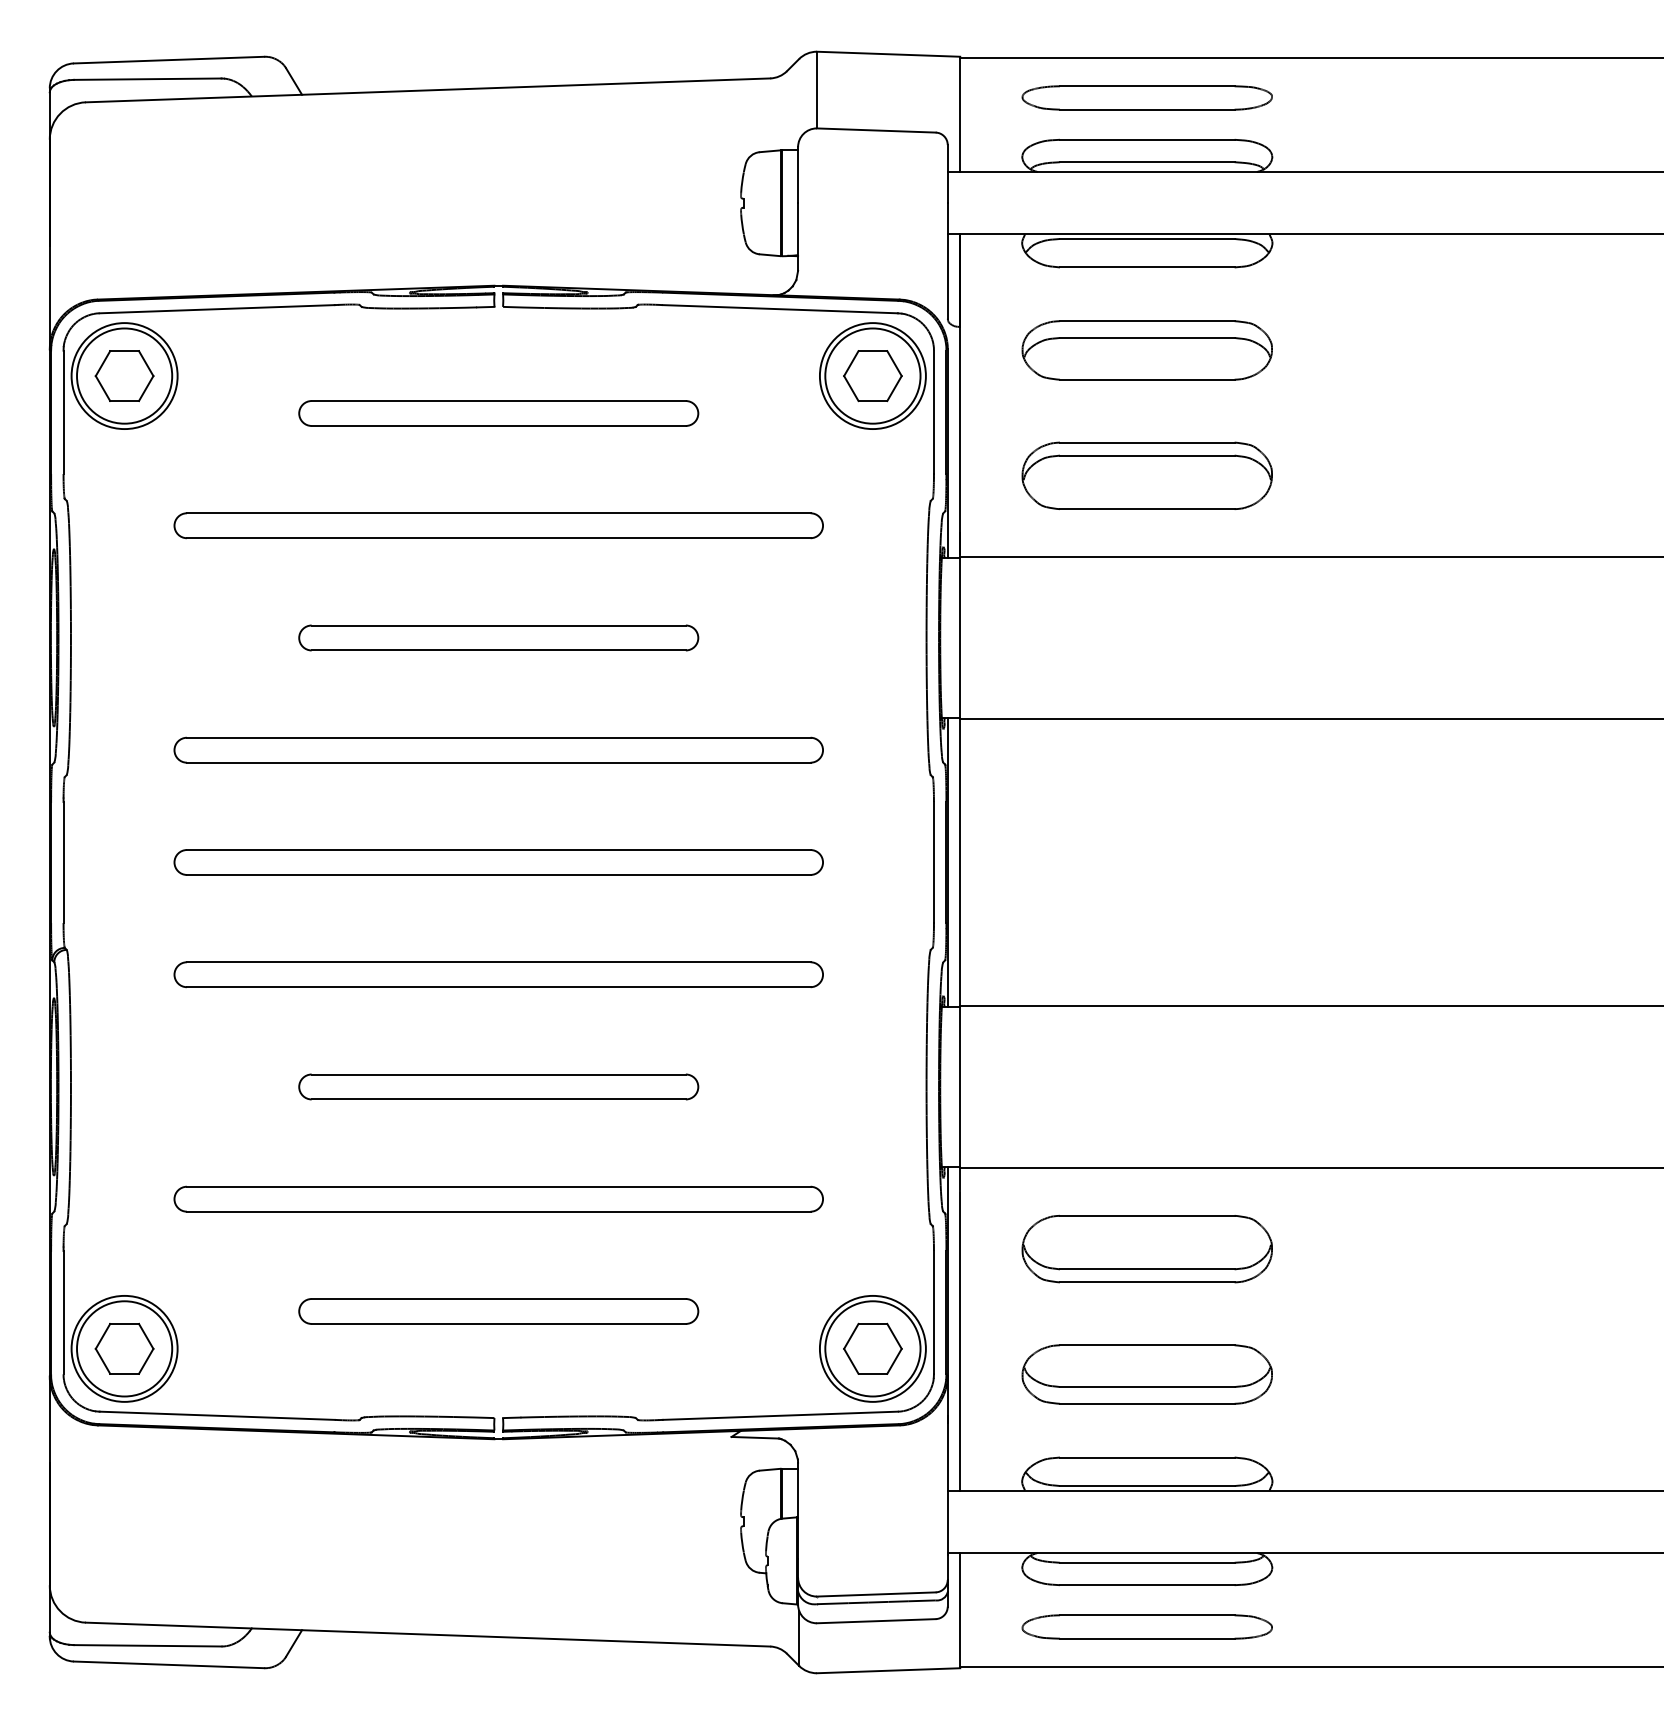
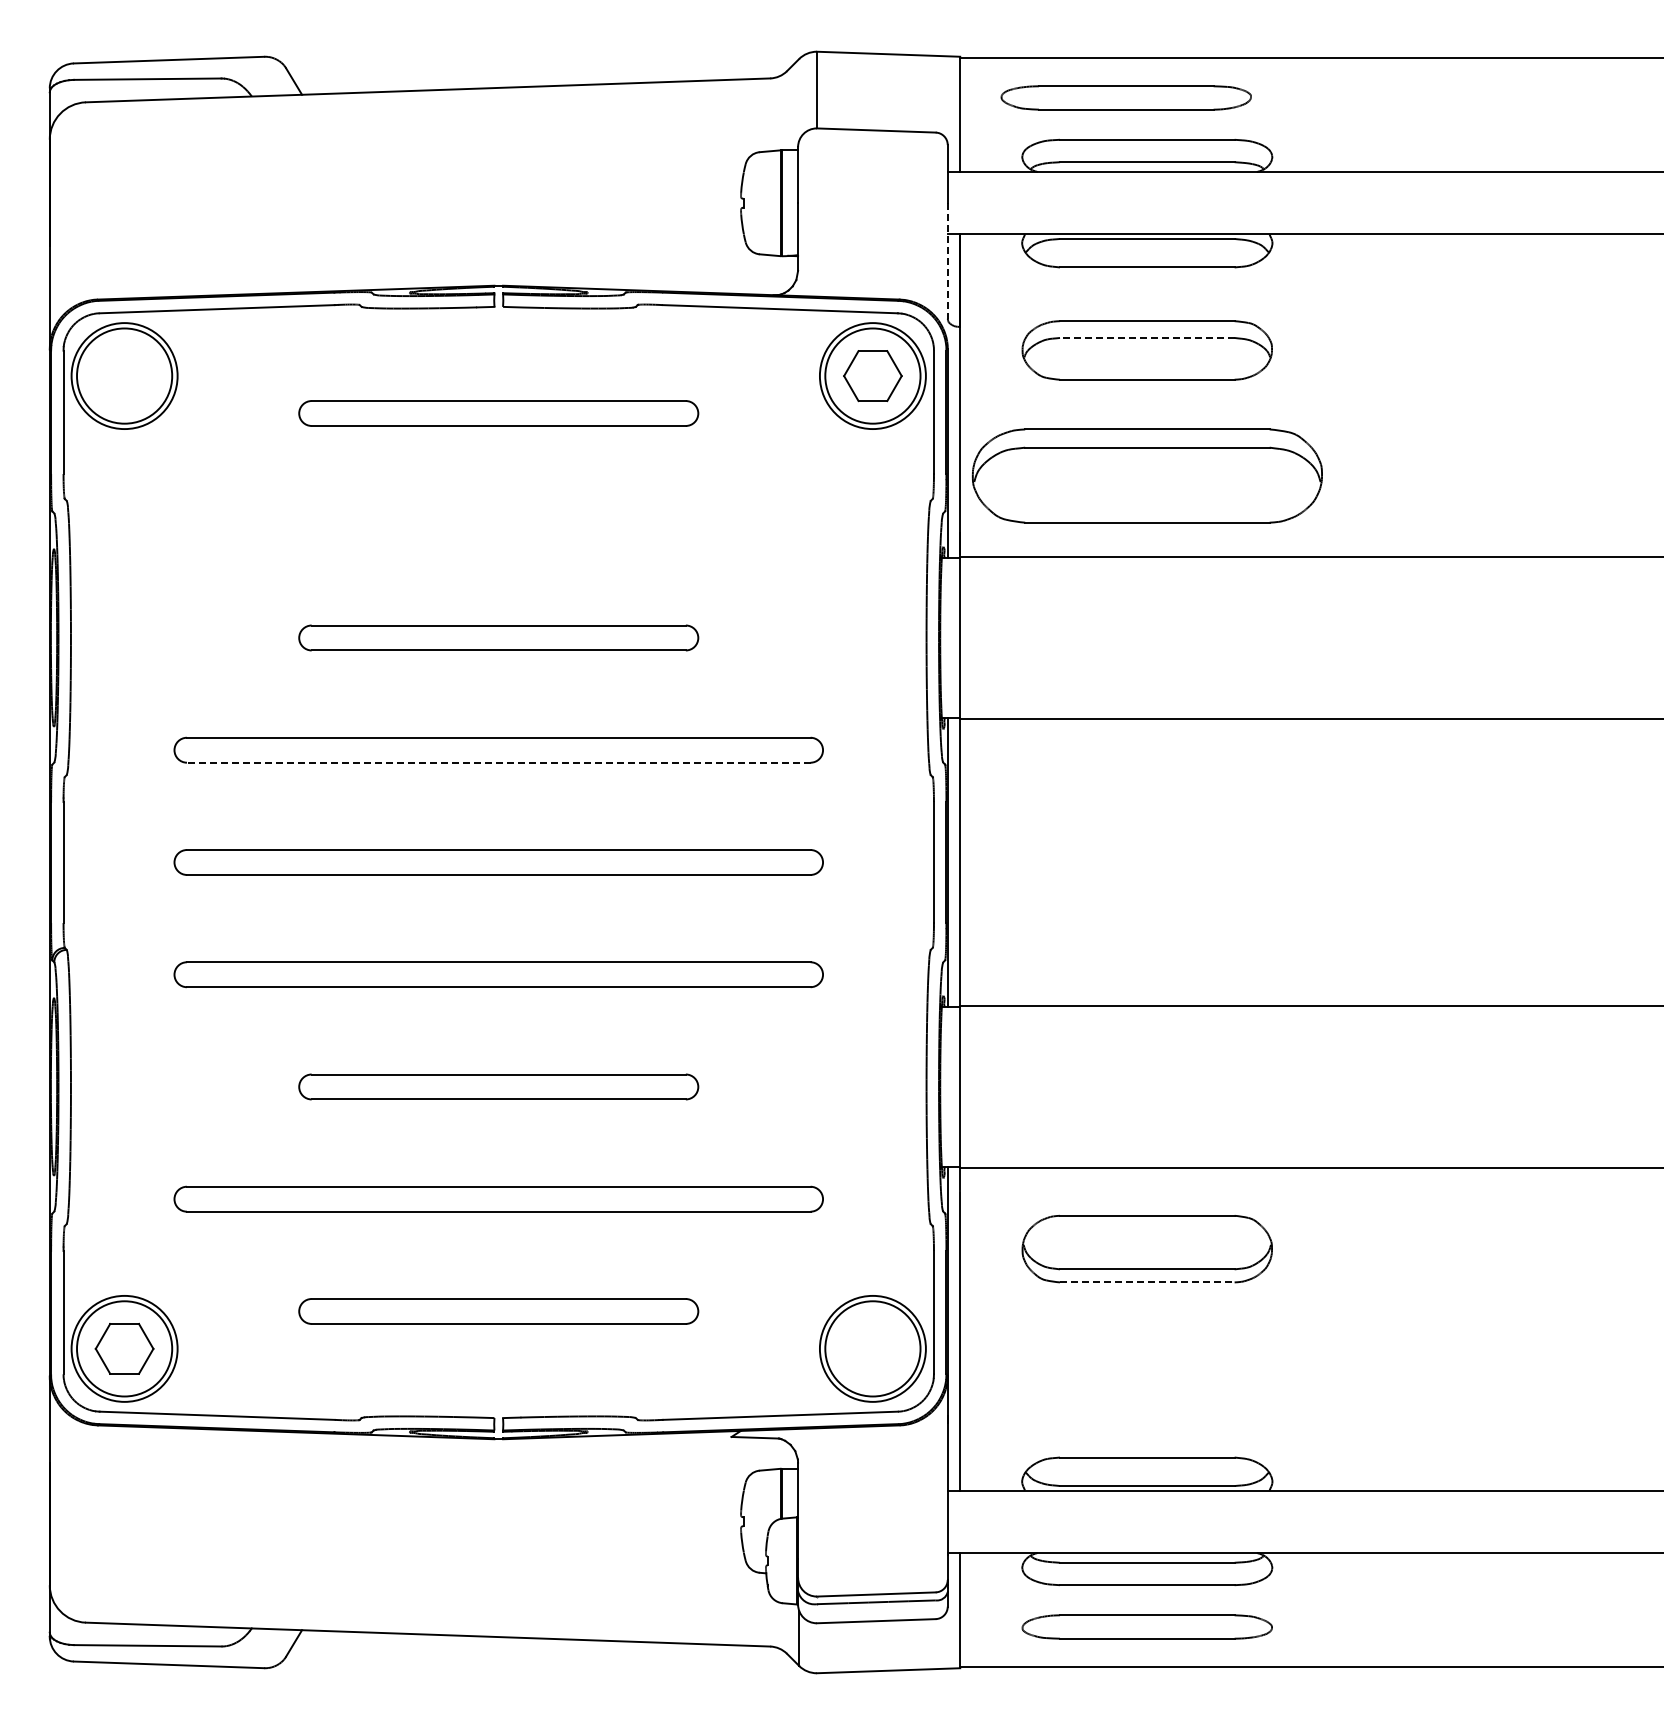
part at (1146, 97) position: (1146, 97) -> (1125, 97)
line at (947, 260): solid -> dashed
line at (1146, 337): solid -> dashed
part at (124, 375): present -> none
part at (1146, 475) size: 252x69 px -> 352x96 px
part at (498, 525): present -> none
line at (498, 762): solid -> dashed
line at (1147, 1282): solid -> dashed
part at (872, 1348): present -> none
part at (1146, 1374): present -> none
